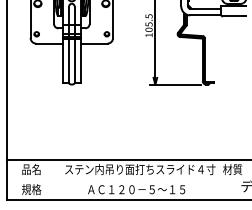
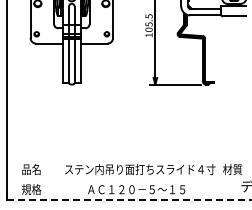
line at (127, 159): present -> none
line at (129, 199): solid -> dashed
